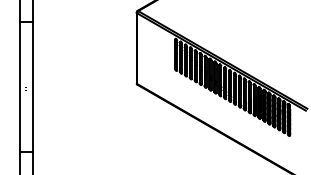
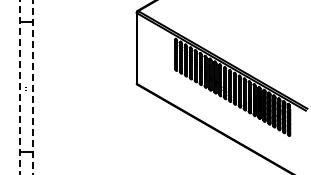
line at (19, 87): solid -> dashed
line at (32, 87): solid -> dashed
